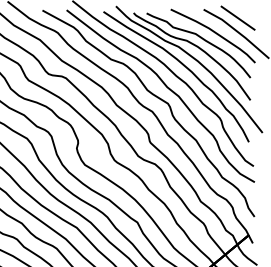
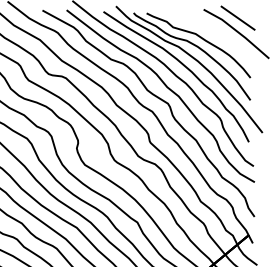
curve at (214, 33): present -> none
